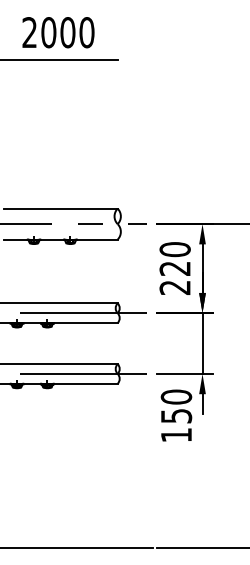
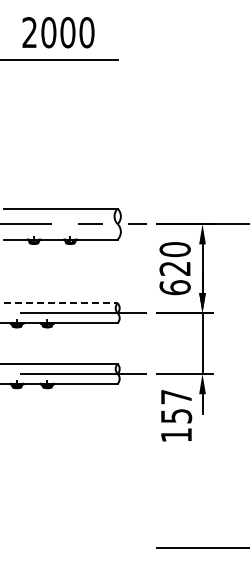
text at (174, 287): 220 -> 620
line at (59, 303): solid -> dashed
text at (176, 396): 150 -> 157
line at (77, 548): present -> none
